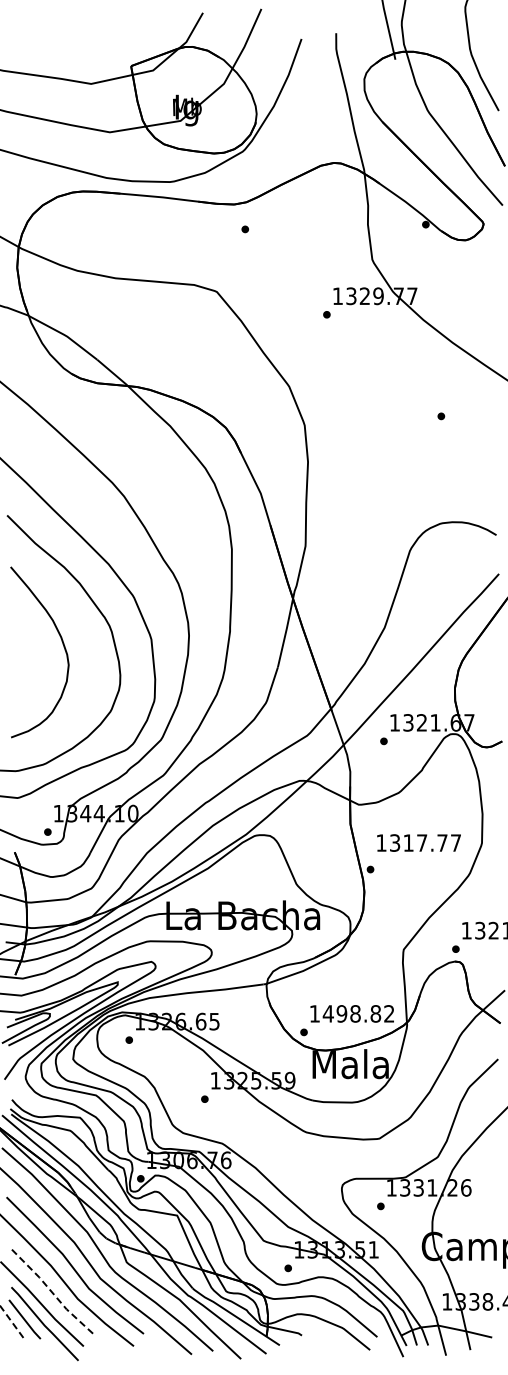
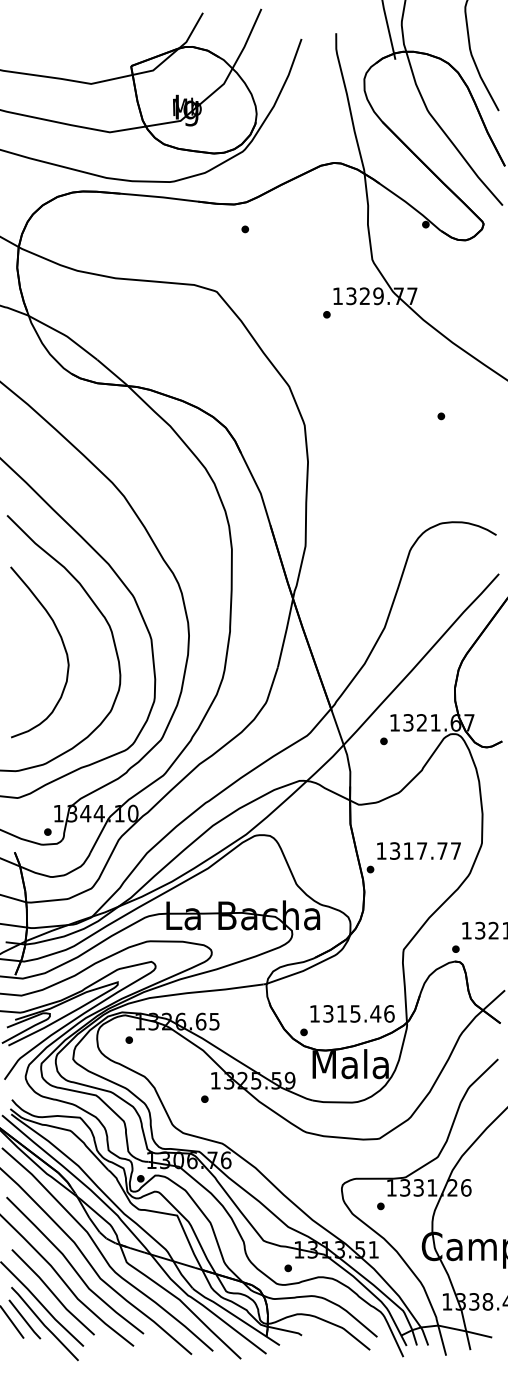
text at (418, 842) position: (418, 842) -> (418, 850)
text at (358, 1013): 1498.82 -> 1315.46
line at (52, 1293): dashed -> solid
line at (12, 1322): dashed -> solid
